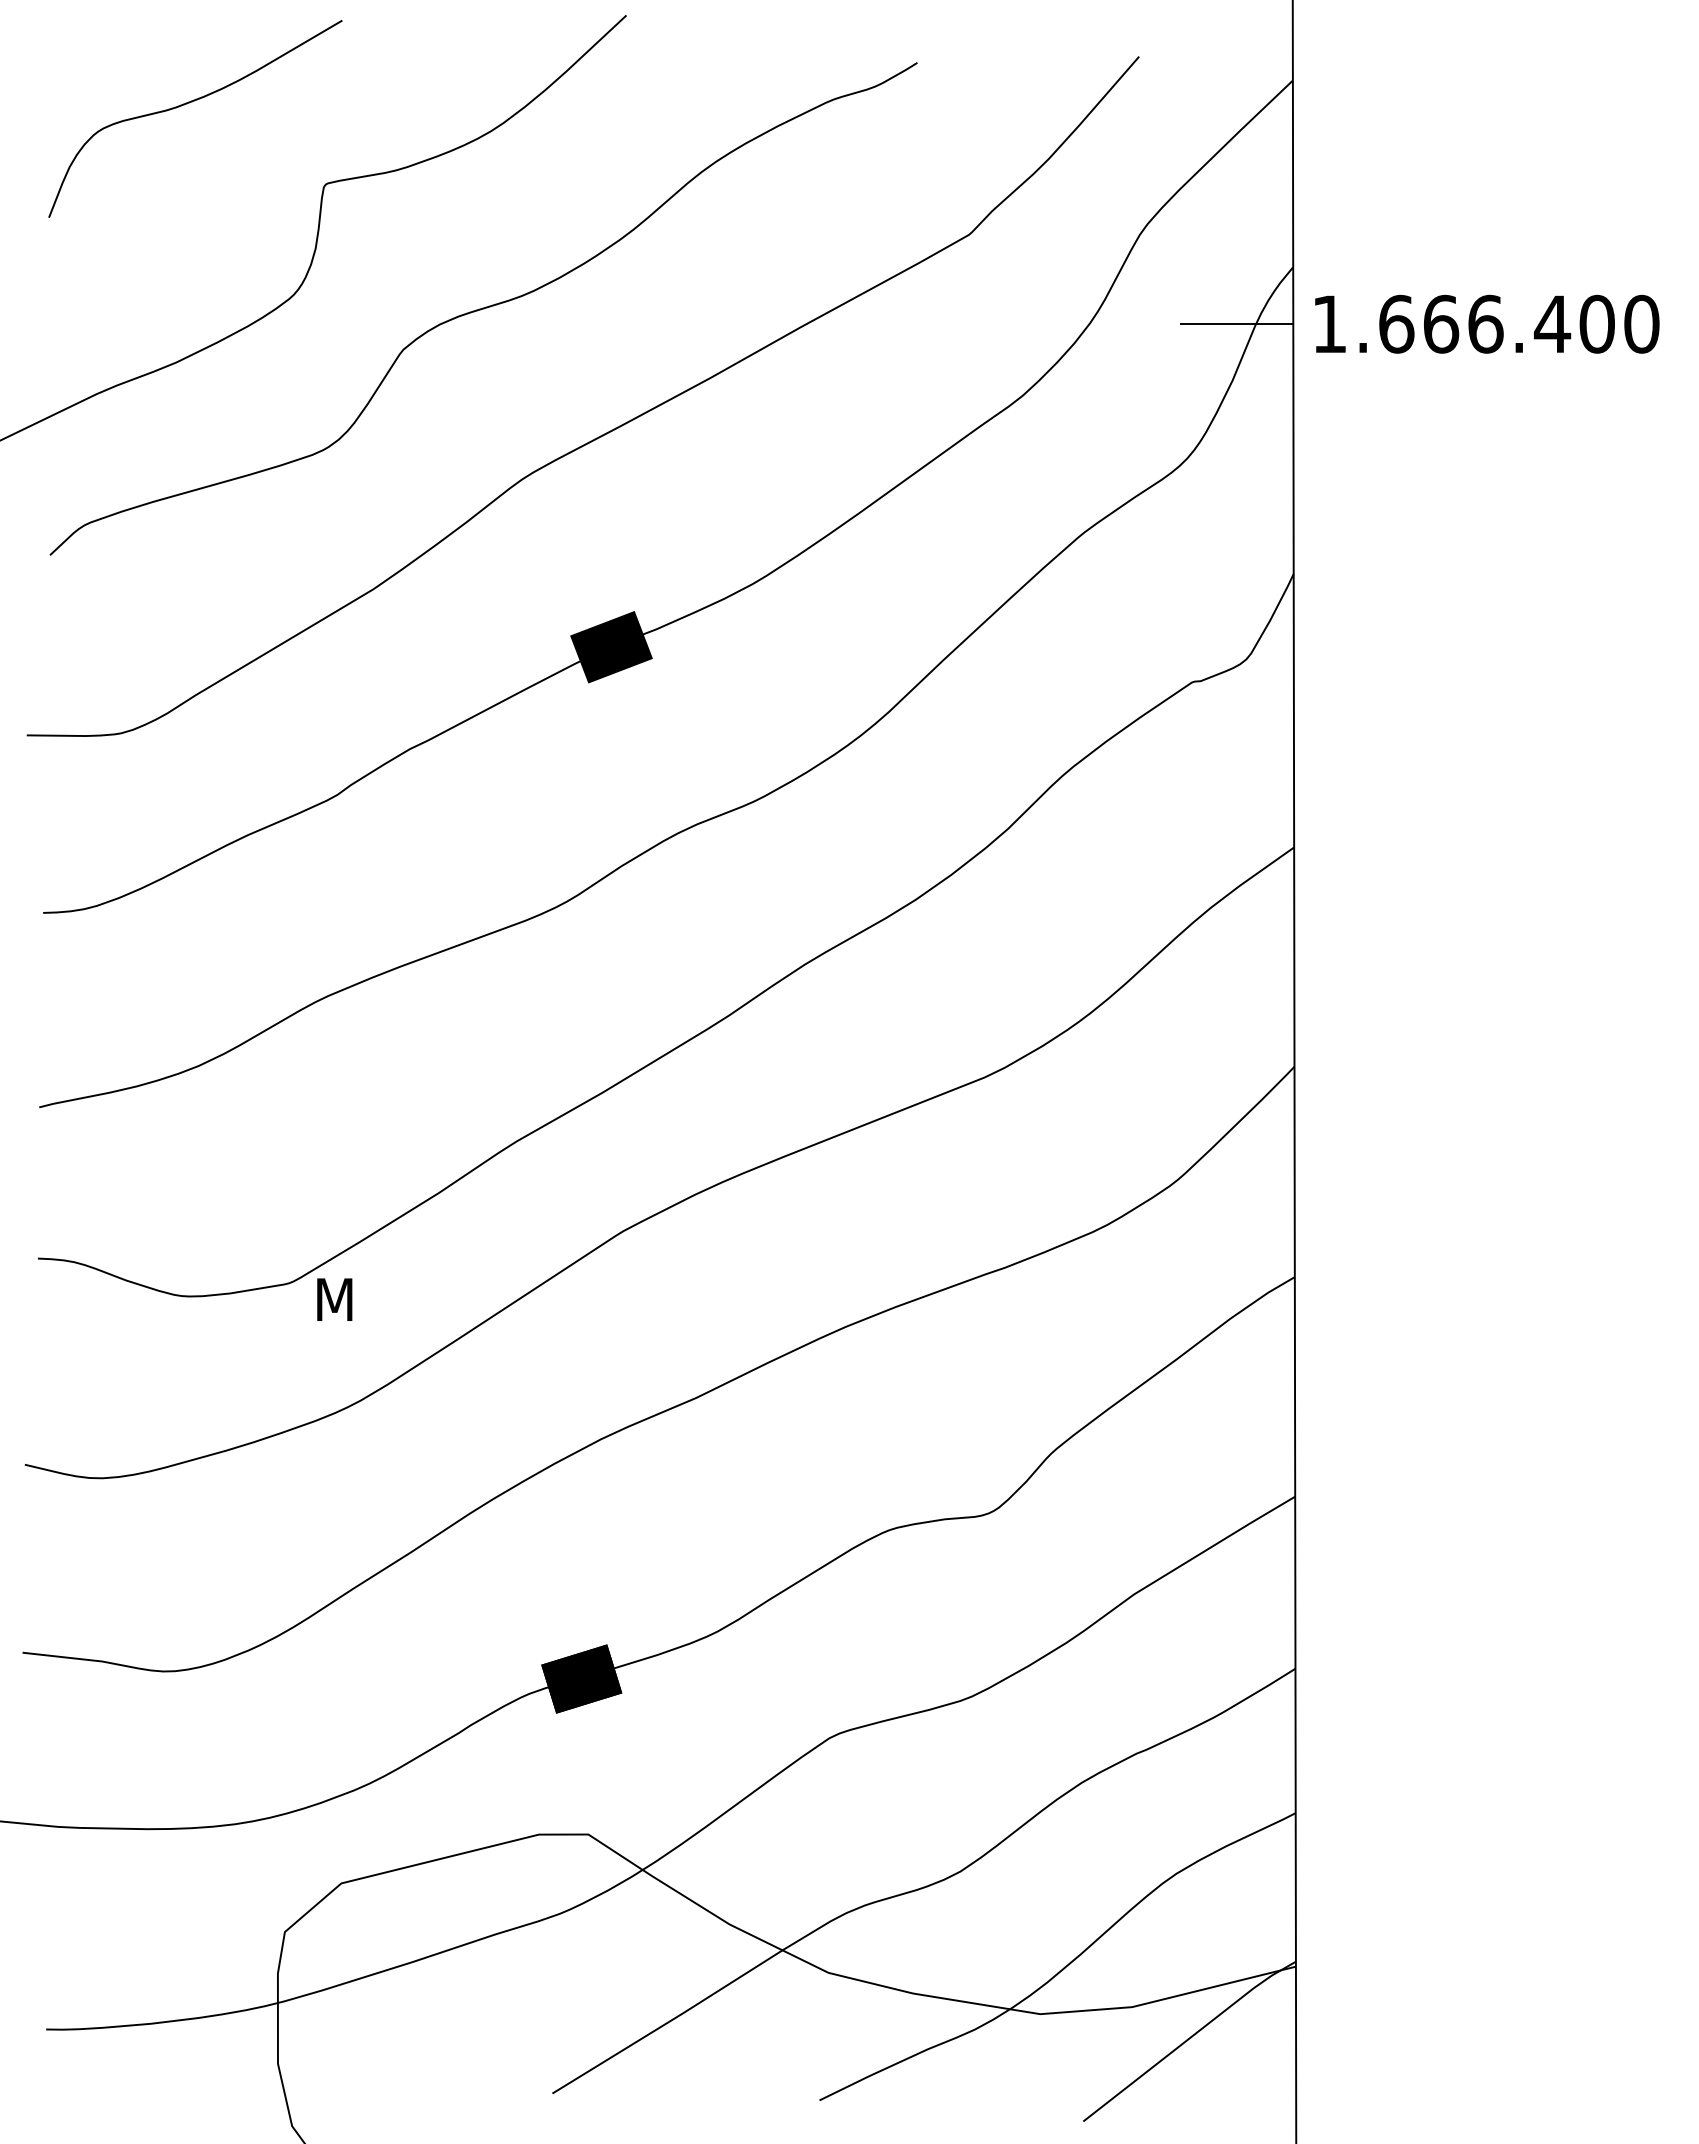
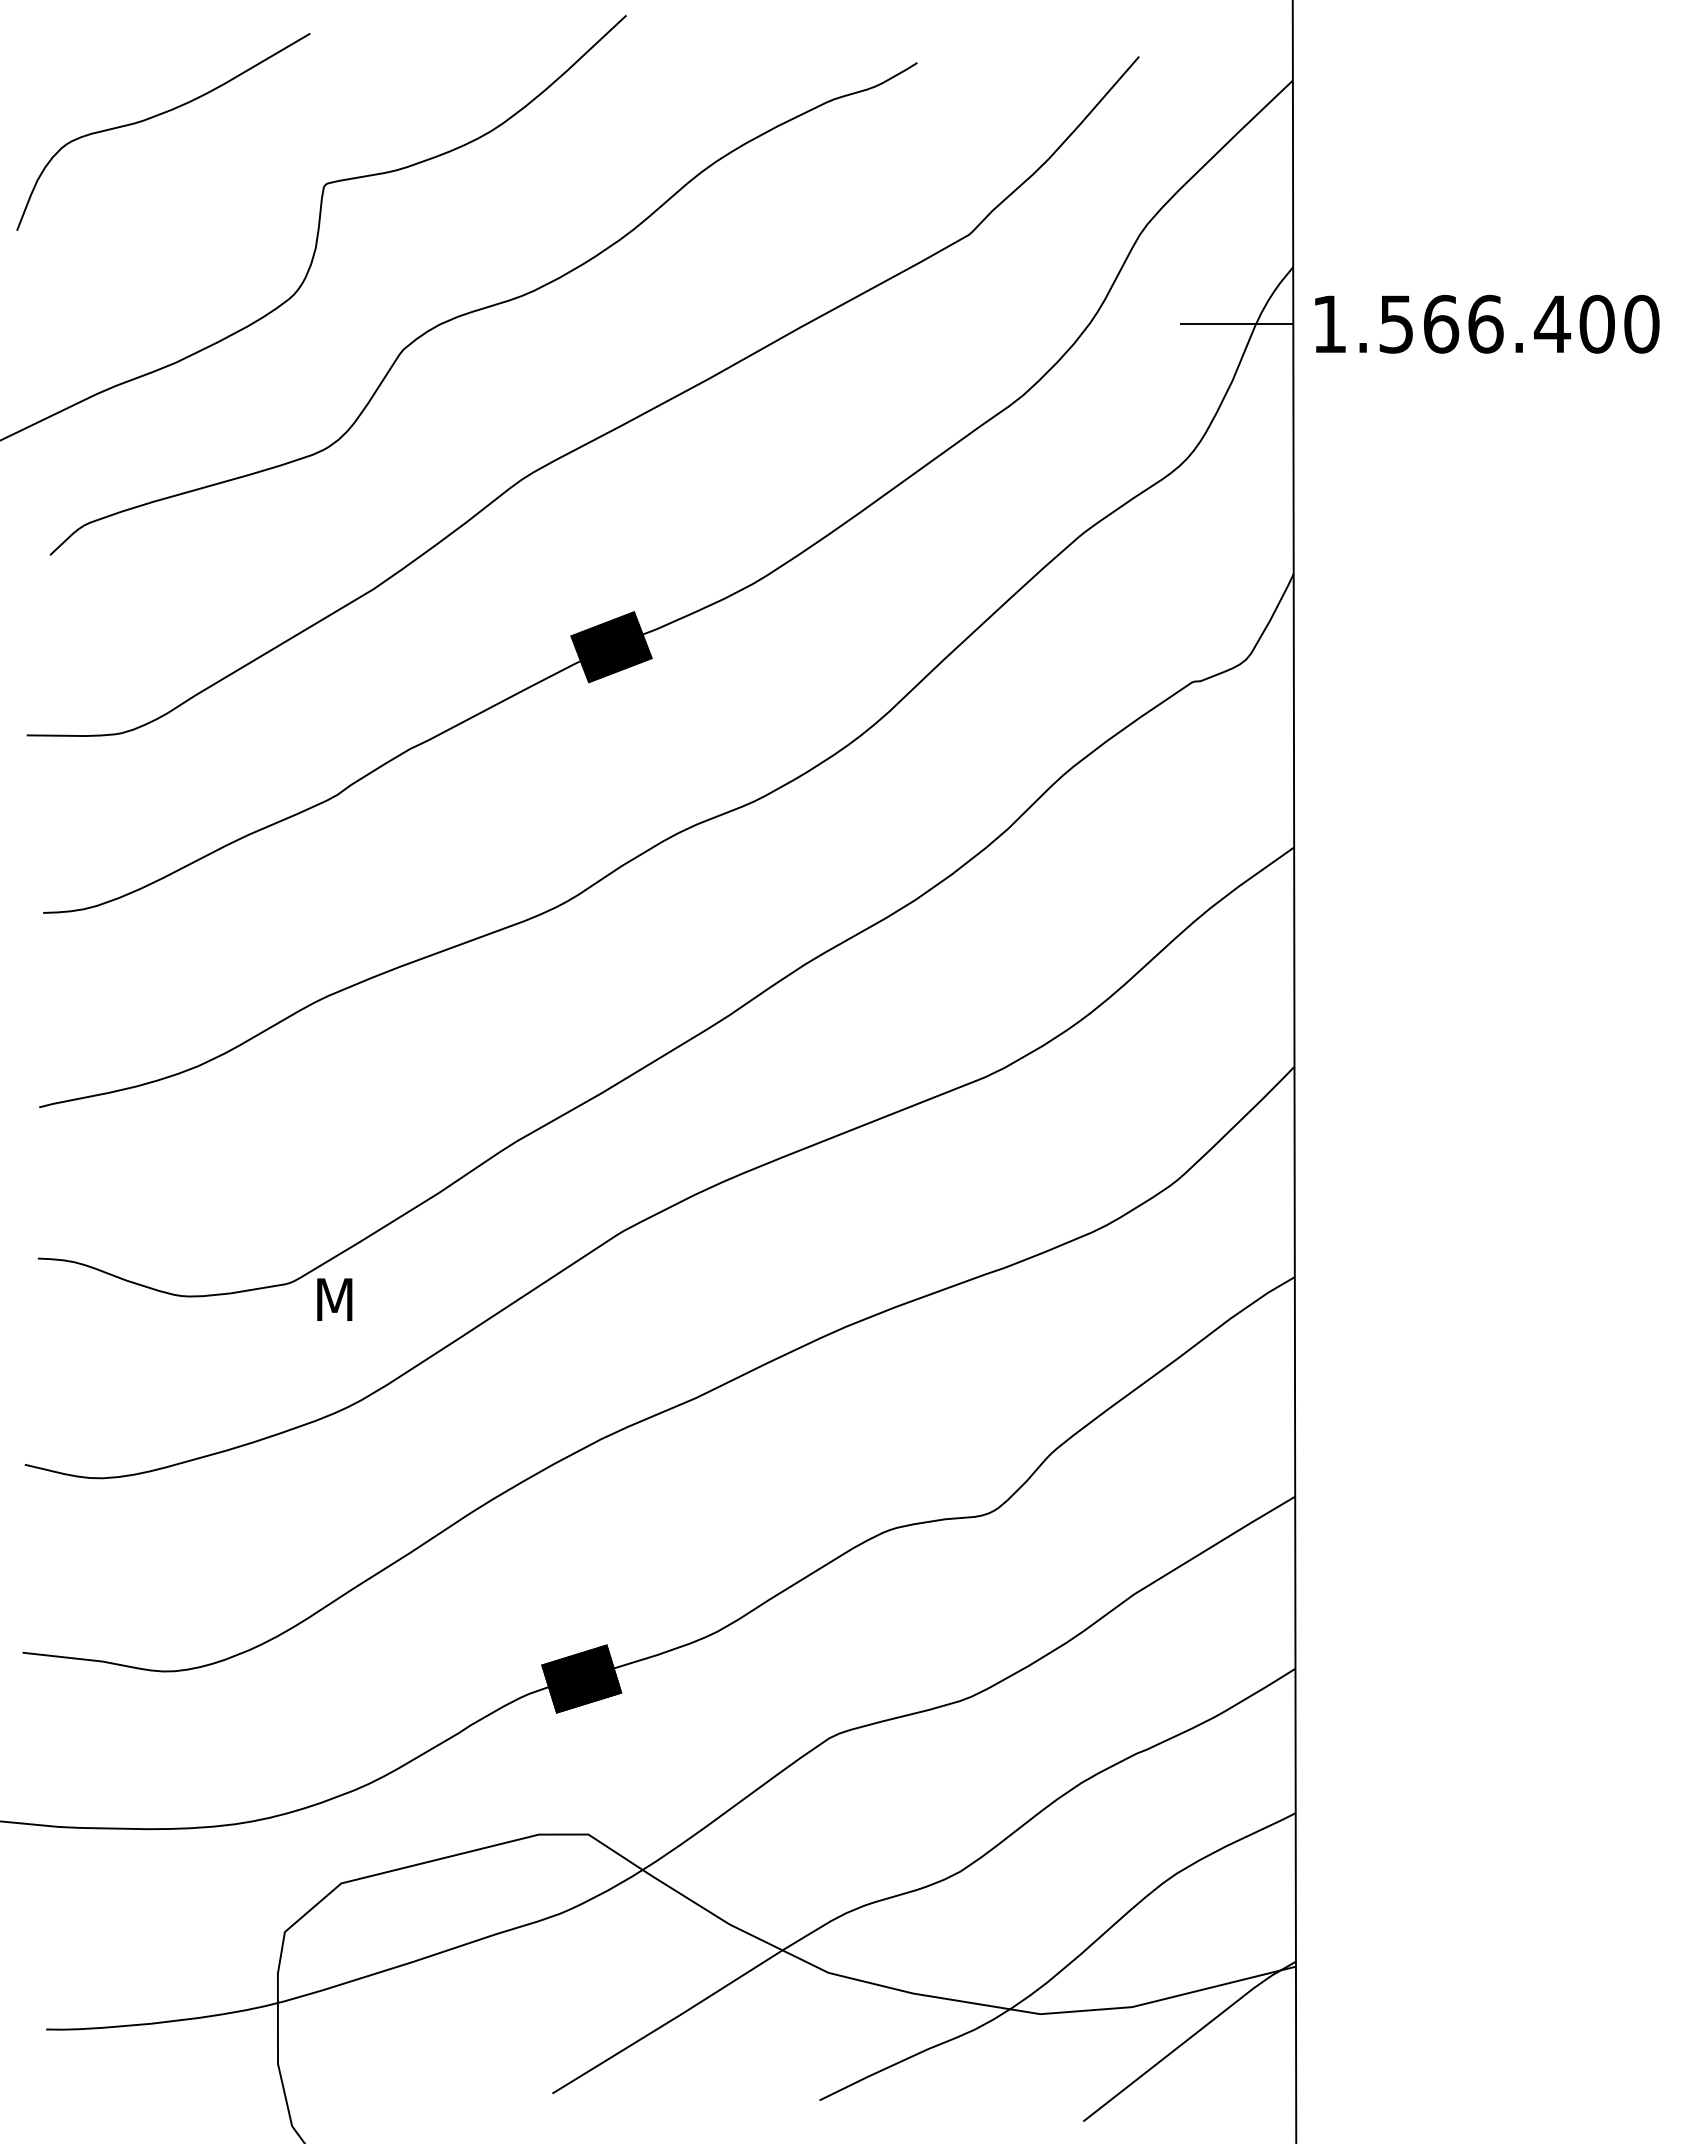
curve at (187, 104) position: (187, 104) -> (155, 117)
text at (1396, 323): 1.666.400 -> 1.566.400
